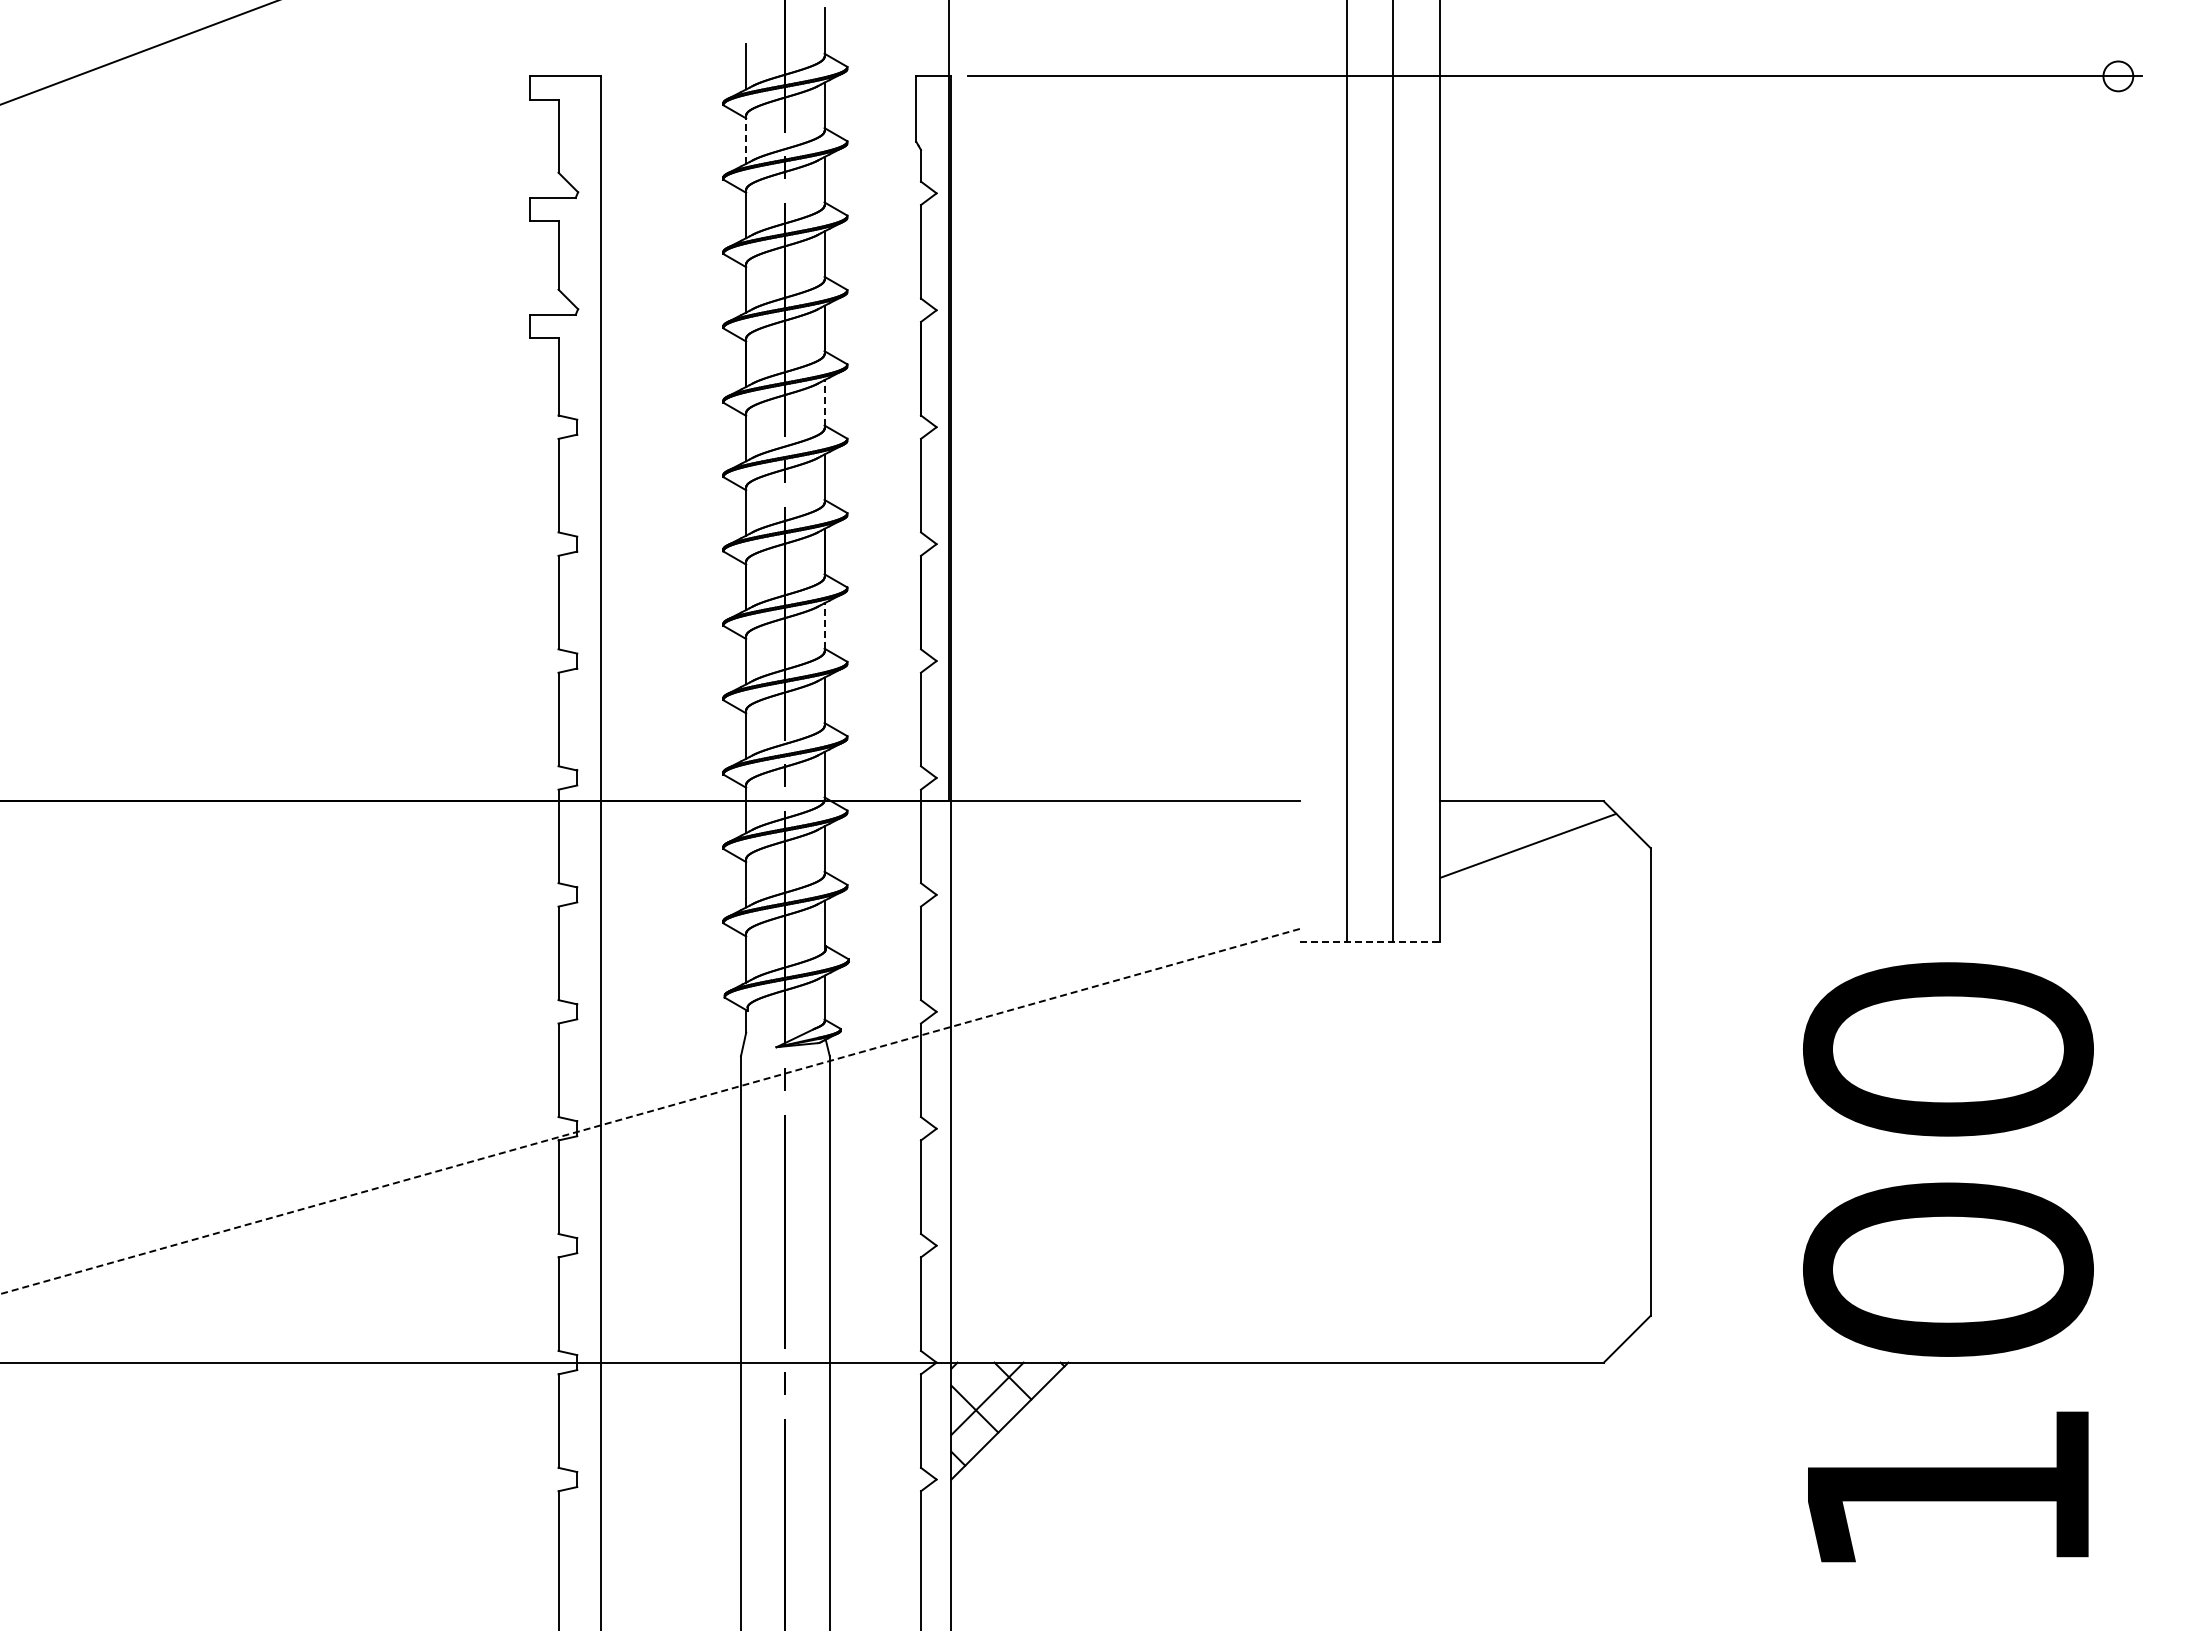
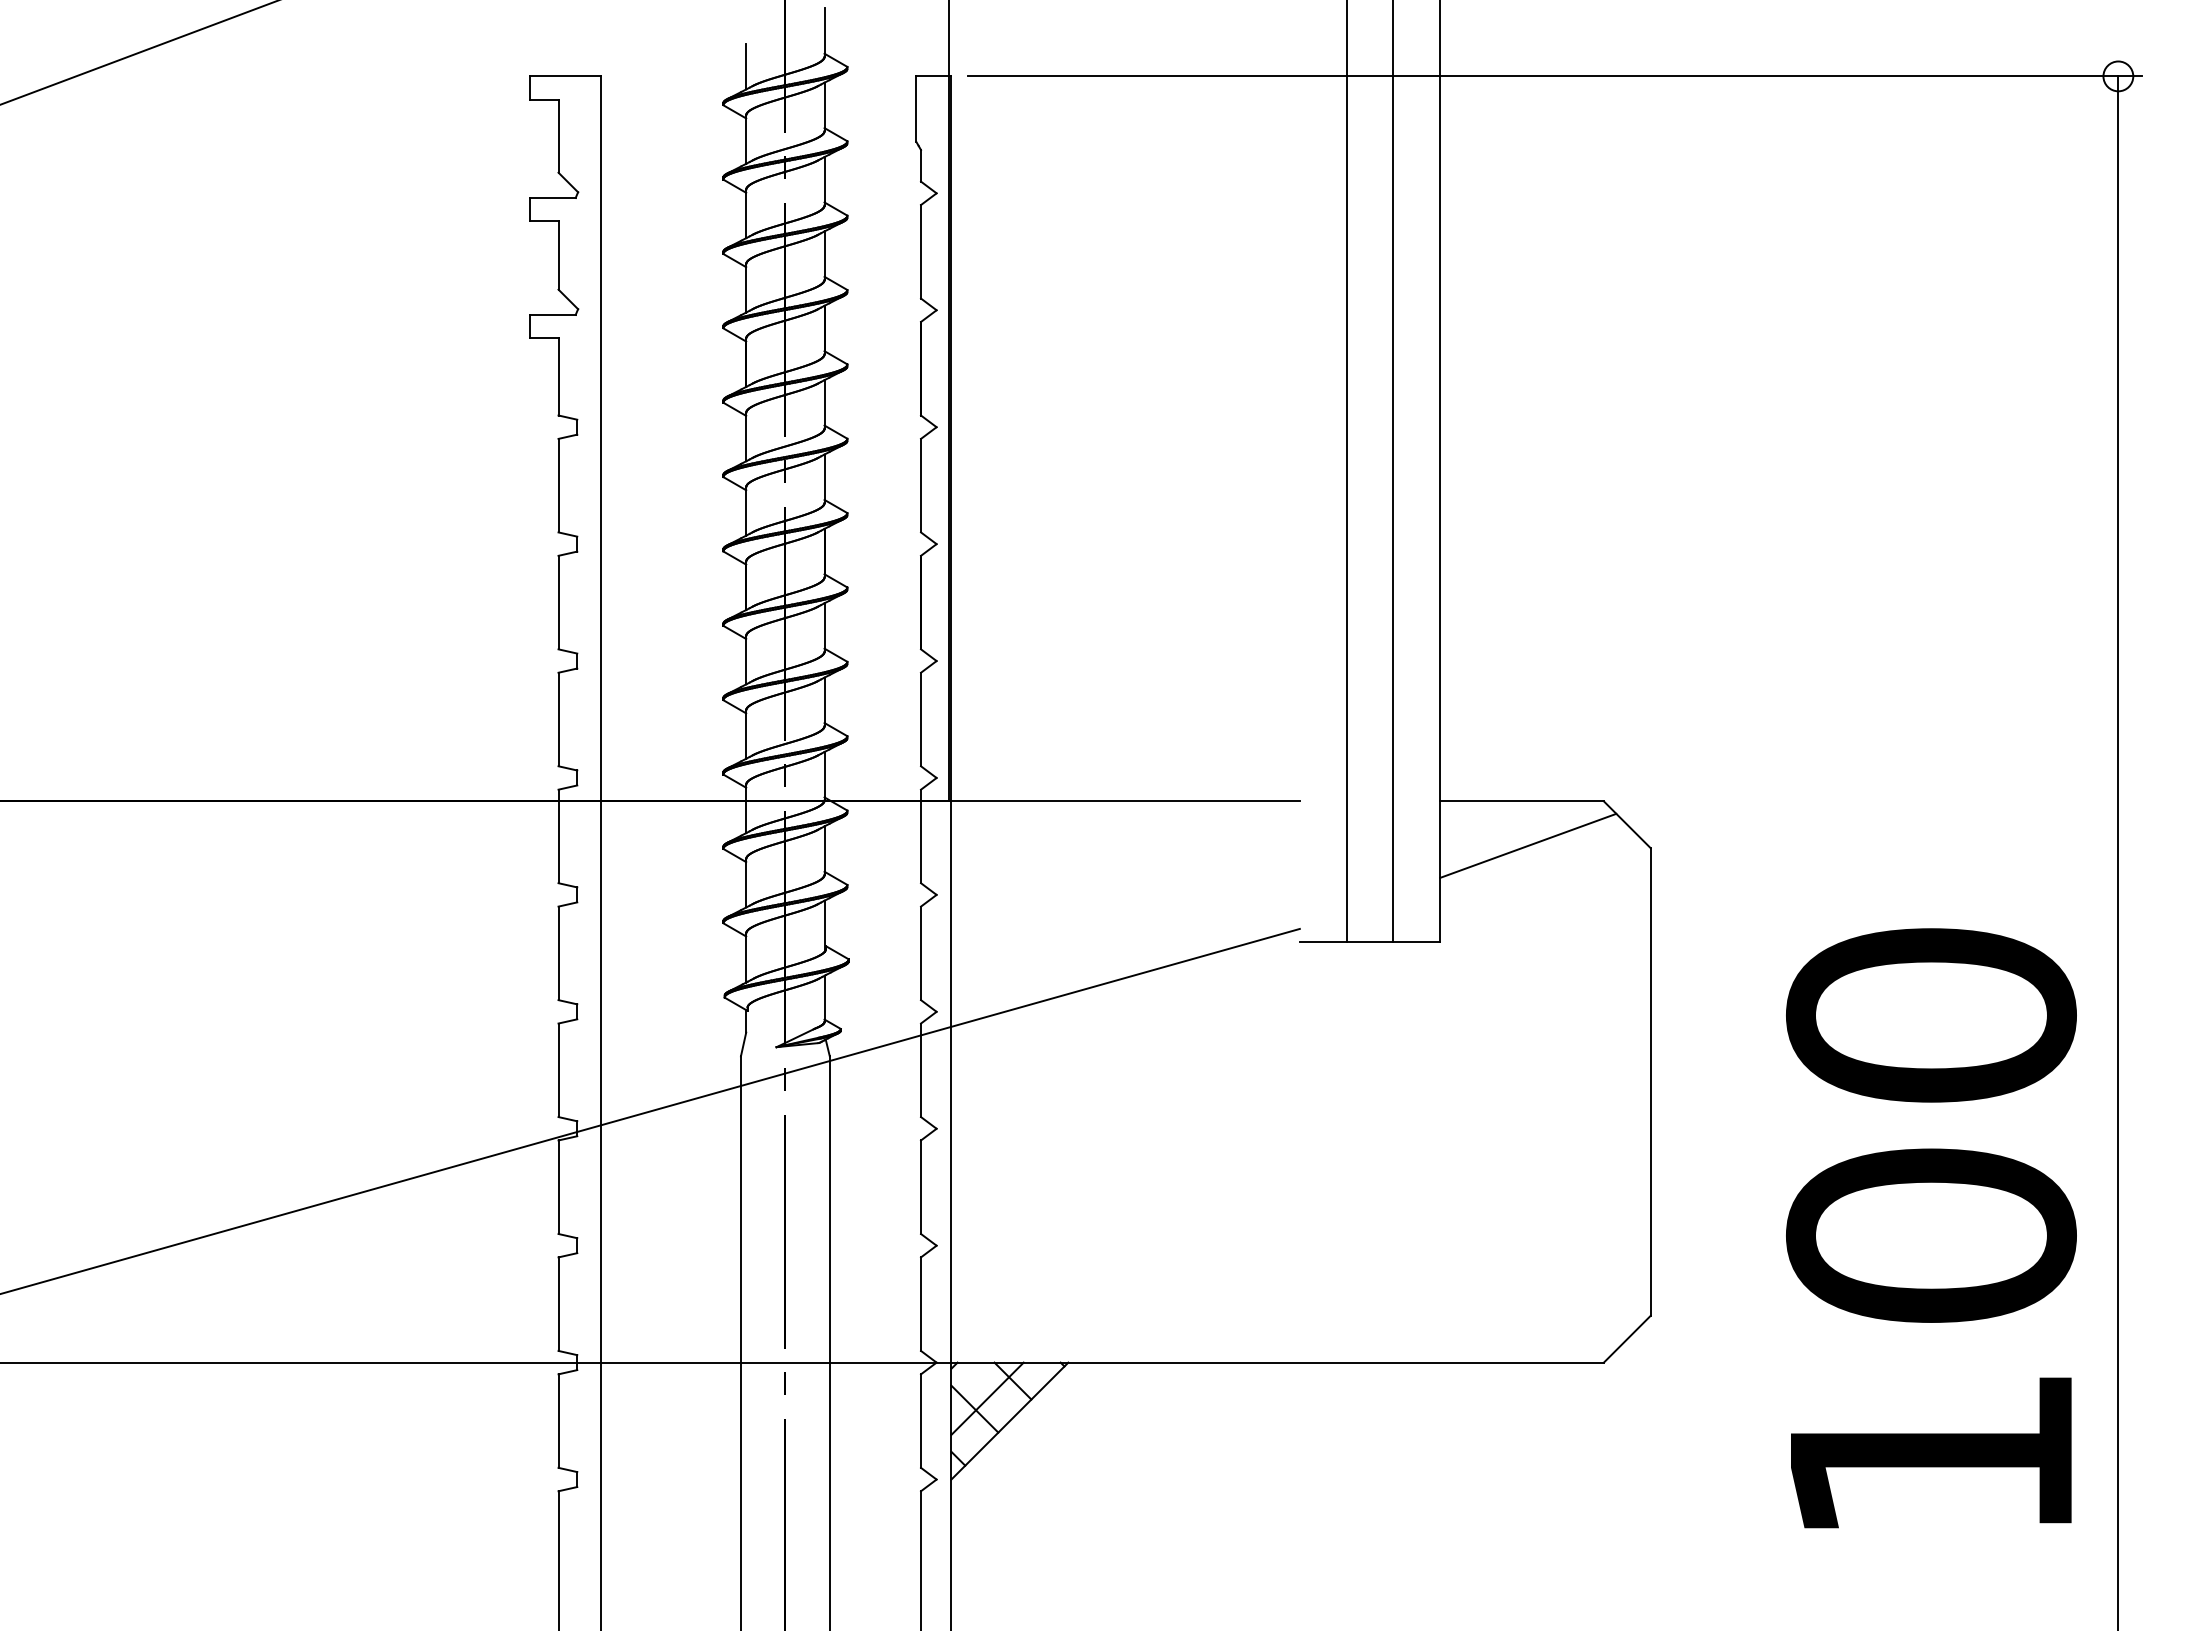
line at (746, 141): dashed -> solid
line at (824, 402): dashed -> solid
line at (824, 625): dashed -> solid
line at (2118, 851): none -> present
line at (1370, 941): dashed -> solid
line at (650, 1111): dashed -> solid
text at (1948, 1262) position: (1948, 1262) -> (1931, 1228)
